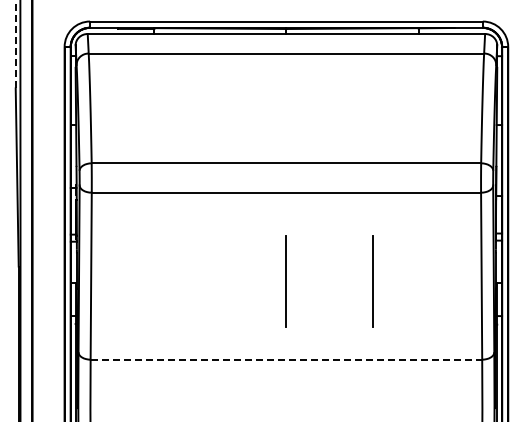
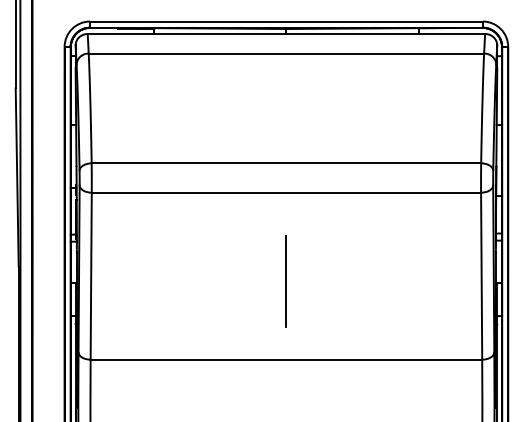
line at (15, 44): dashed -> solid
line at (372, 281): present -> none
line at (286, 359): dashed -> solid
